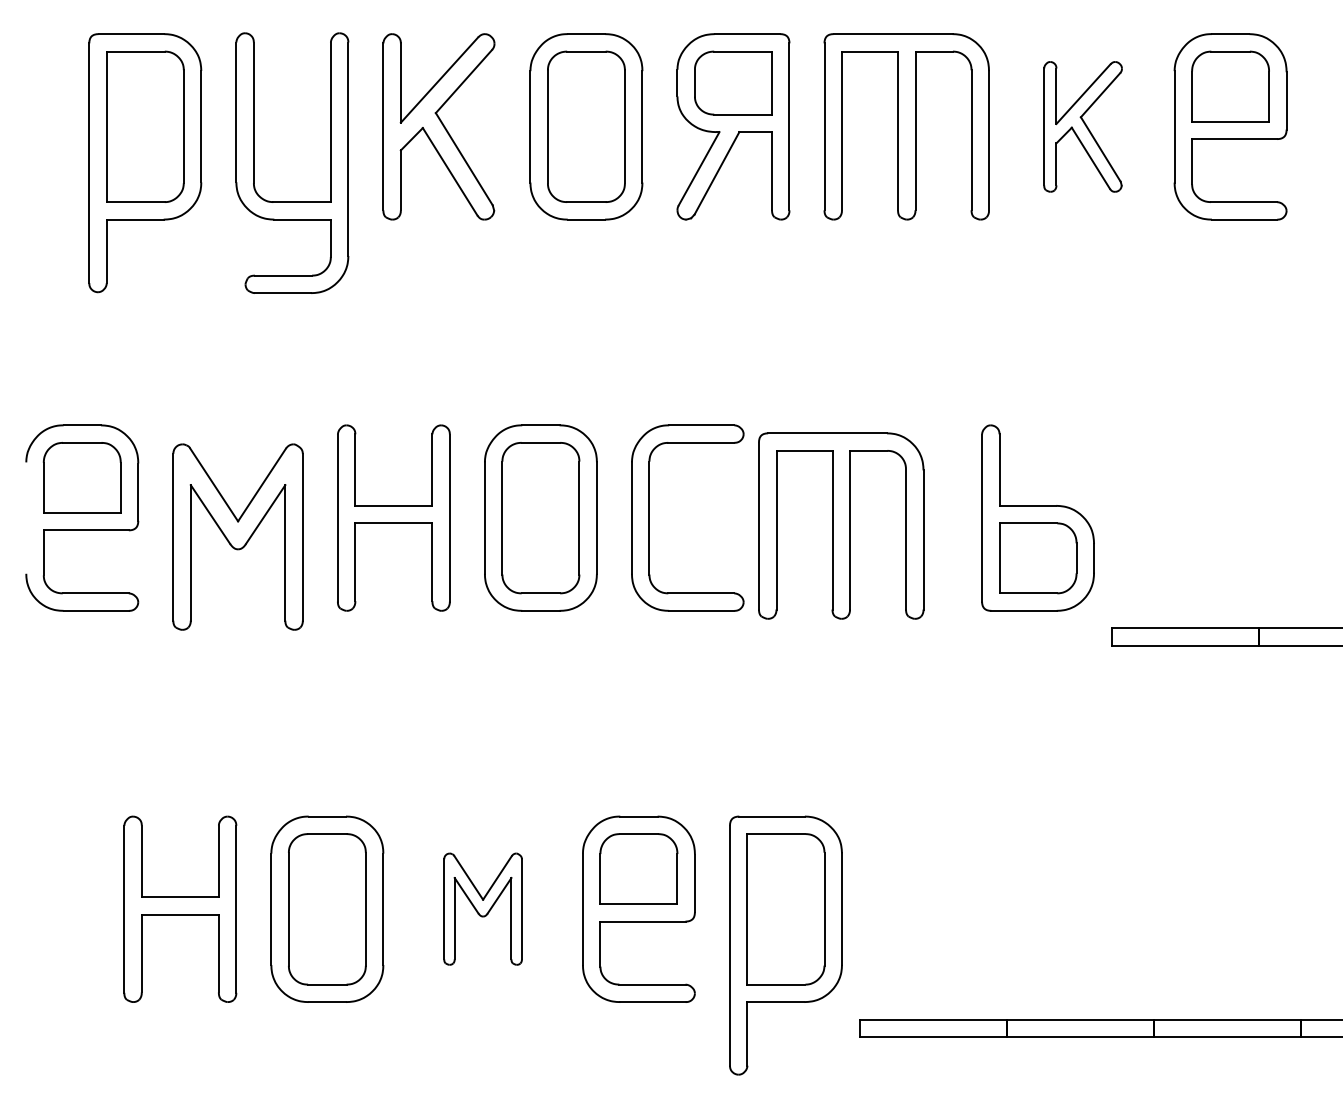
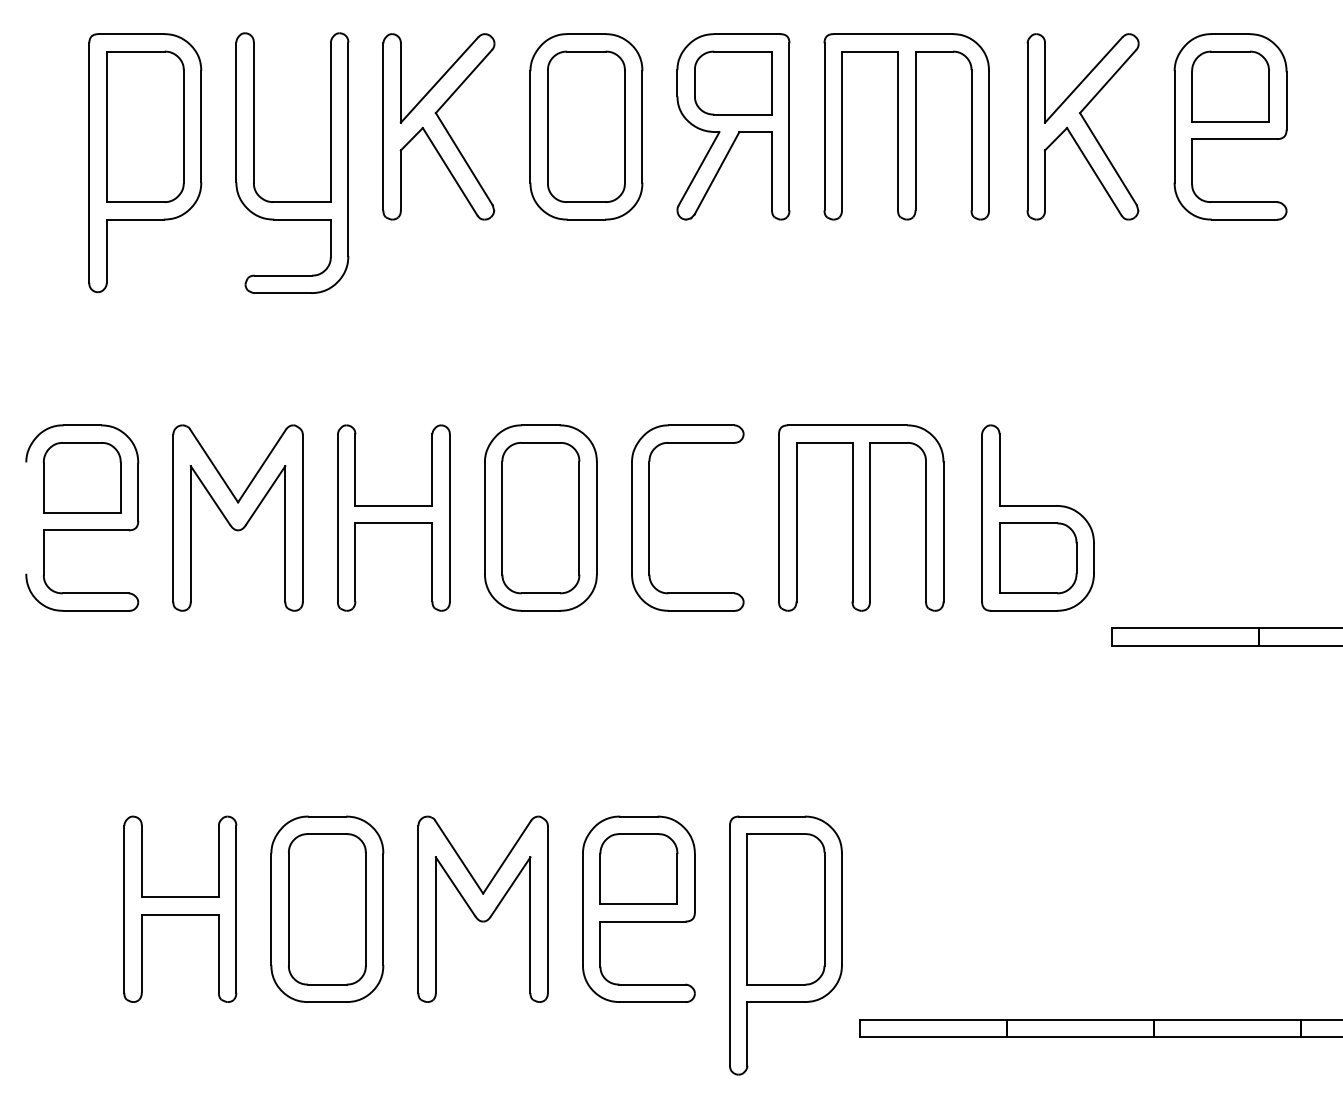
part at (1082, 126) size: 80x132 px -> 114x188 px
part at (841, 525) position: (841, 525) -> (861, 517)
part at (237, 536) position: (237, 536) -> (237, 517)
part at (482, 908) size: 80x114 px -> 132x188 px
